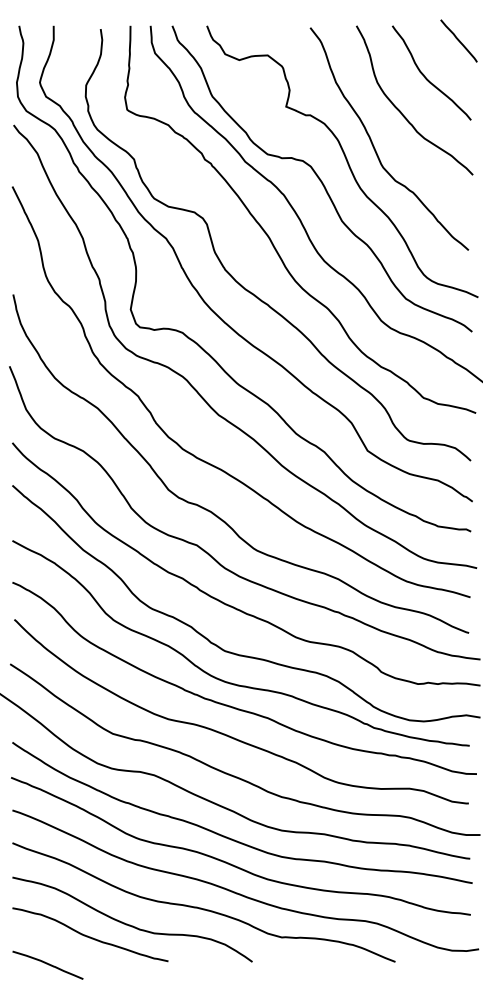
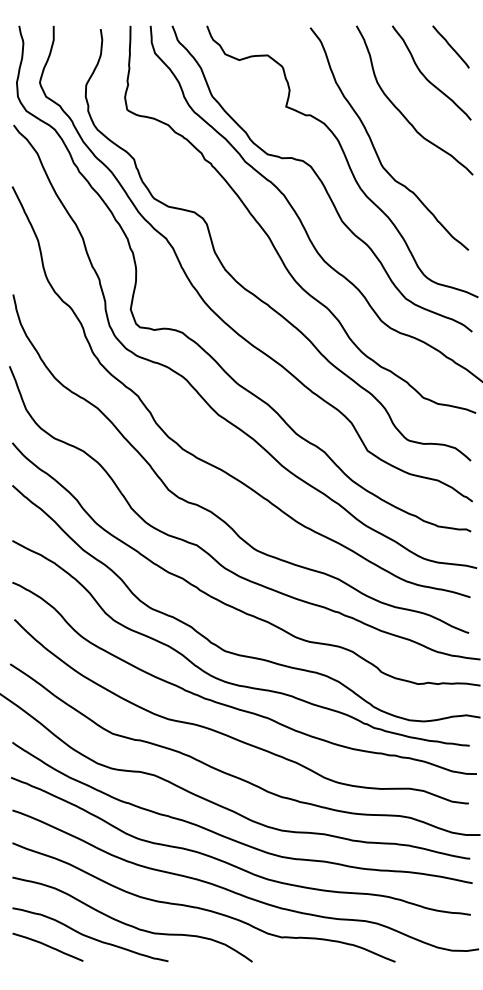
line at (458, 40) position: (458, 40) -> (450, 46)
curve at (47, 964) position: (47, 964) -> (47, 946)
